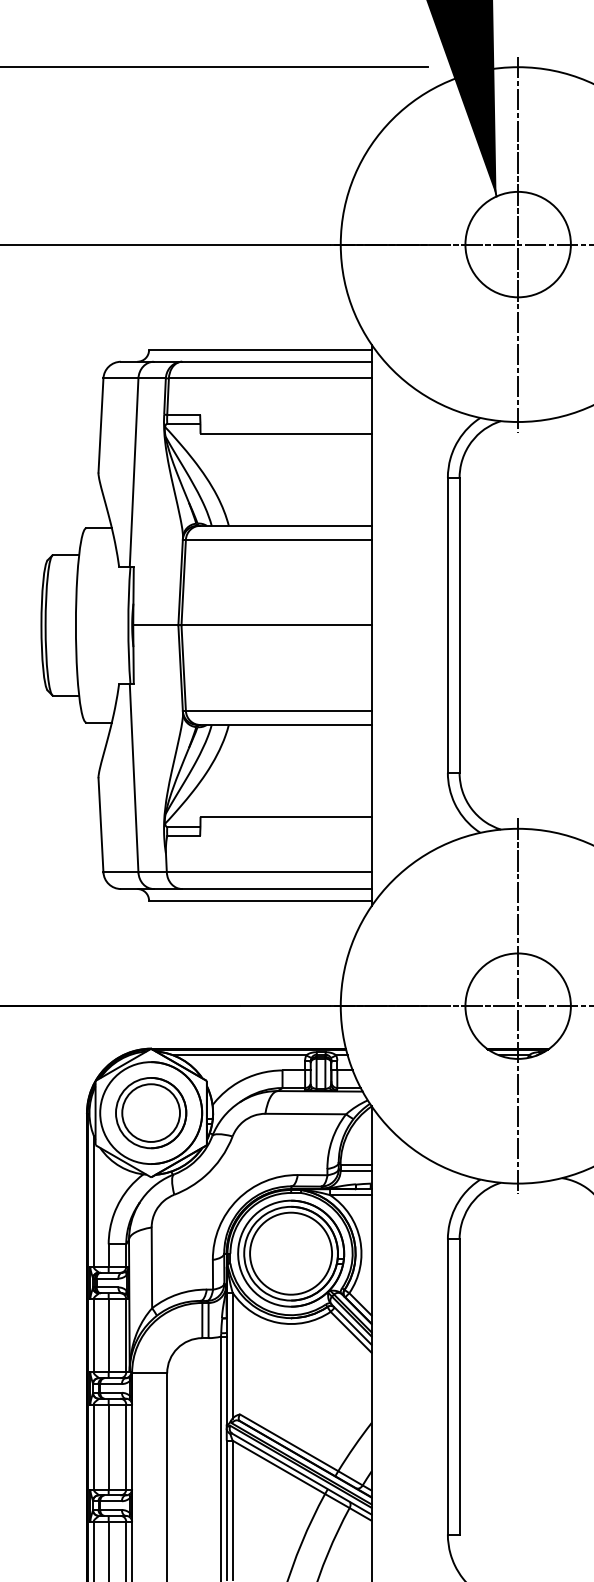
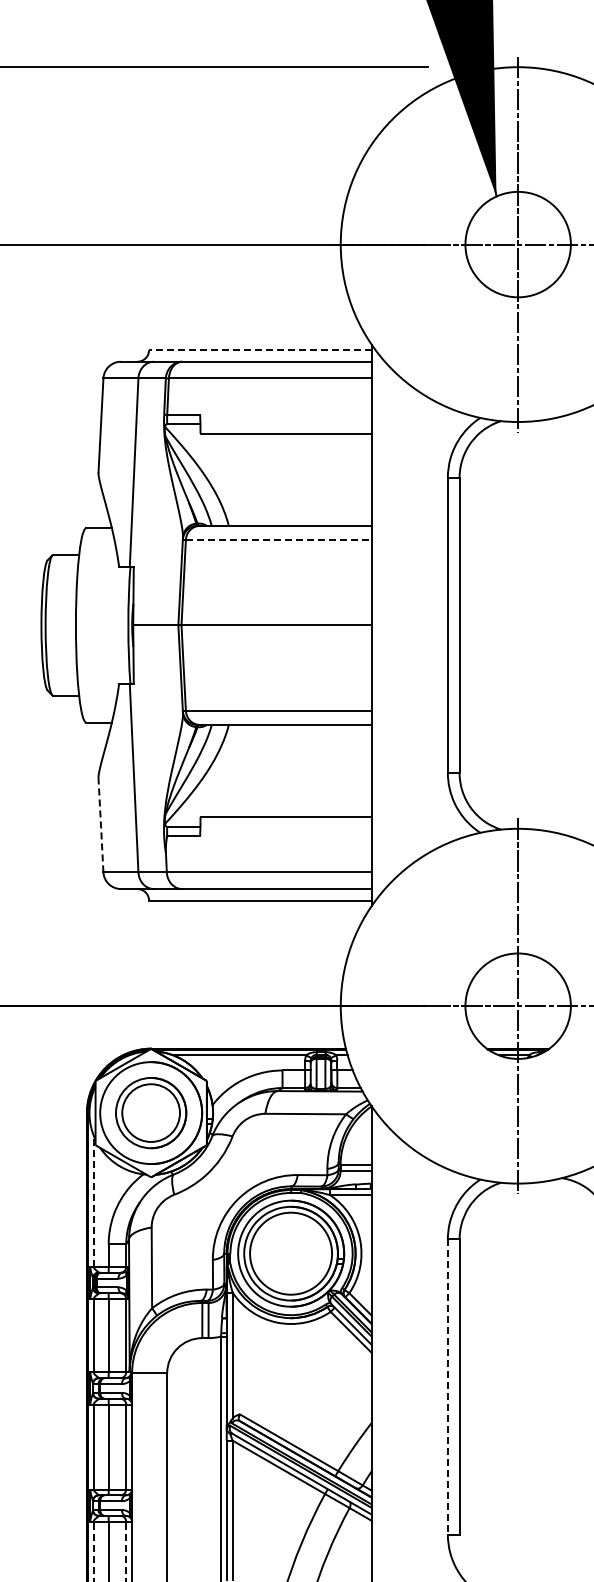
line at (259, 350): solid -> dashed
line at (278, 539): solid -> dashed
line at (100, 824): solid -> dashed
line at (93, 1201): solid -> dashed
line at (447, 1387): solid -> dashed
line at (93, 1551): solid -> dashed
line at (126, 1551): solid -> dashed
